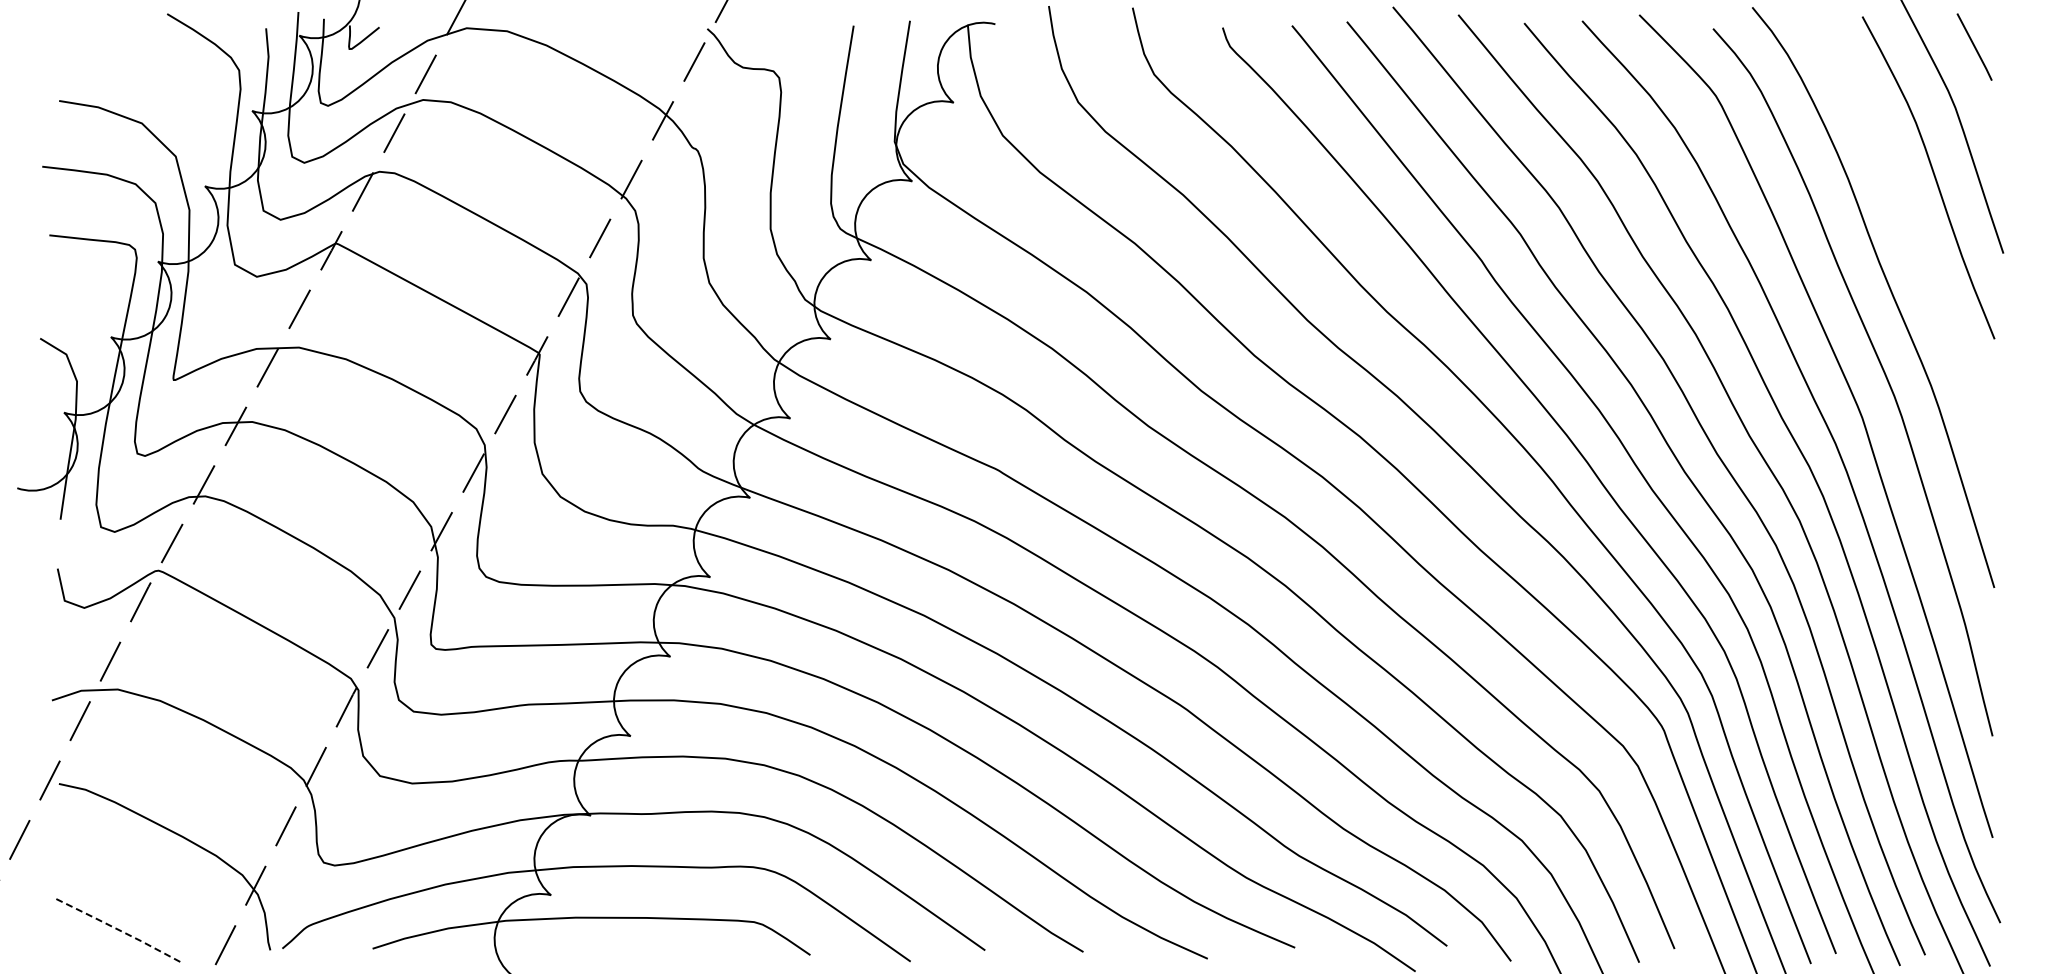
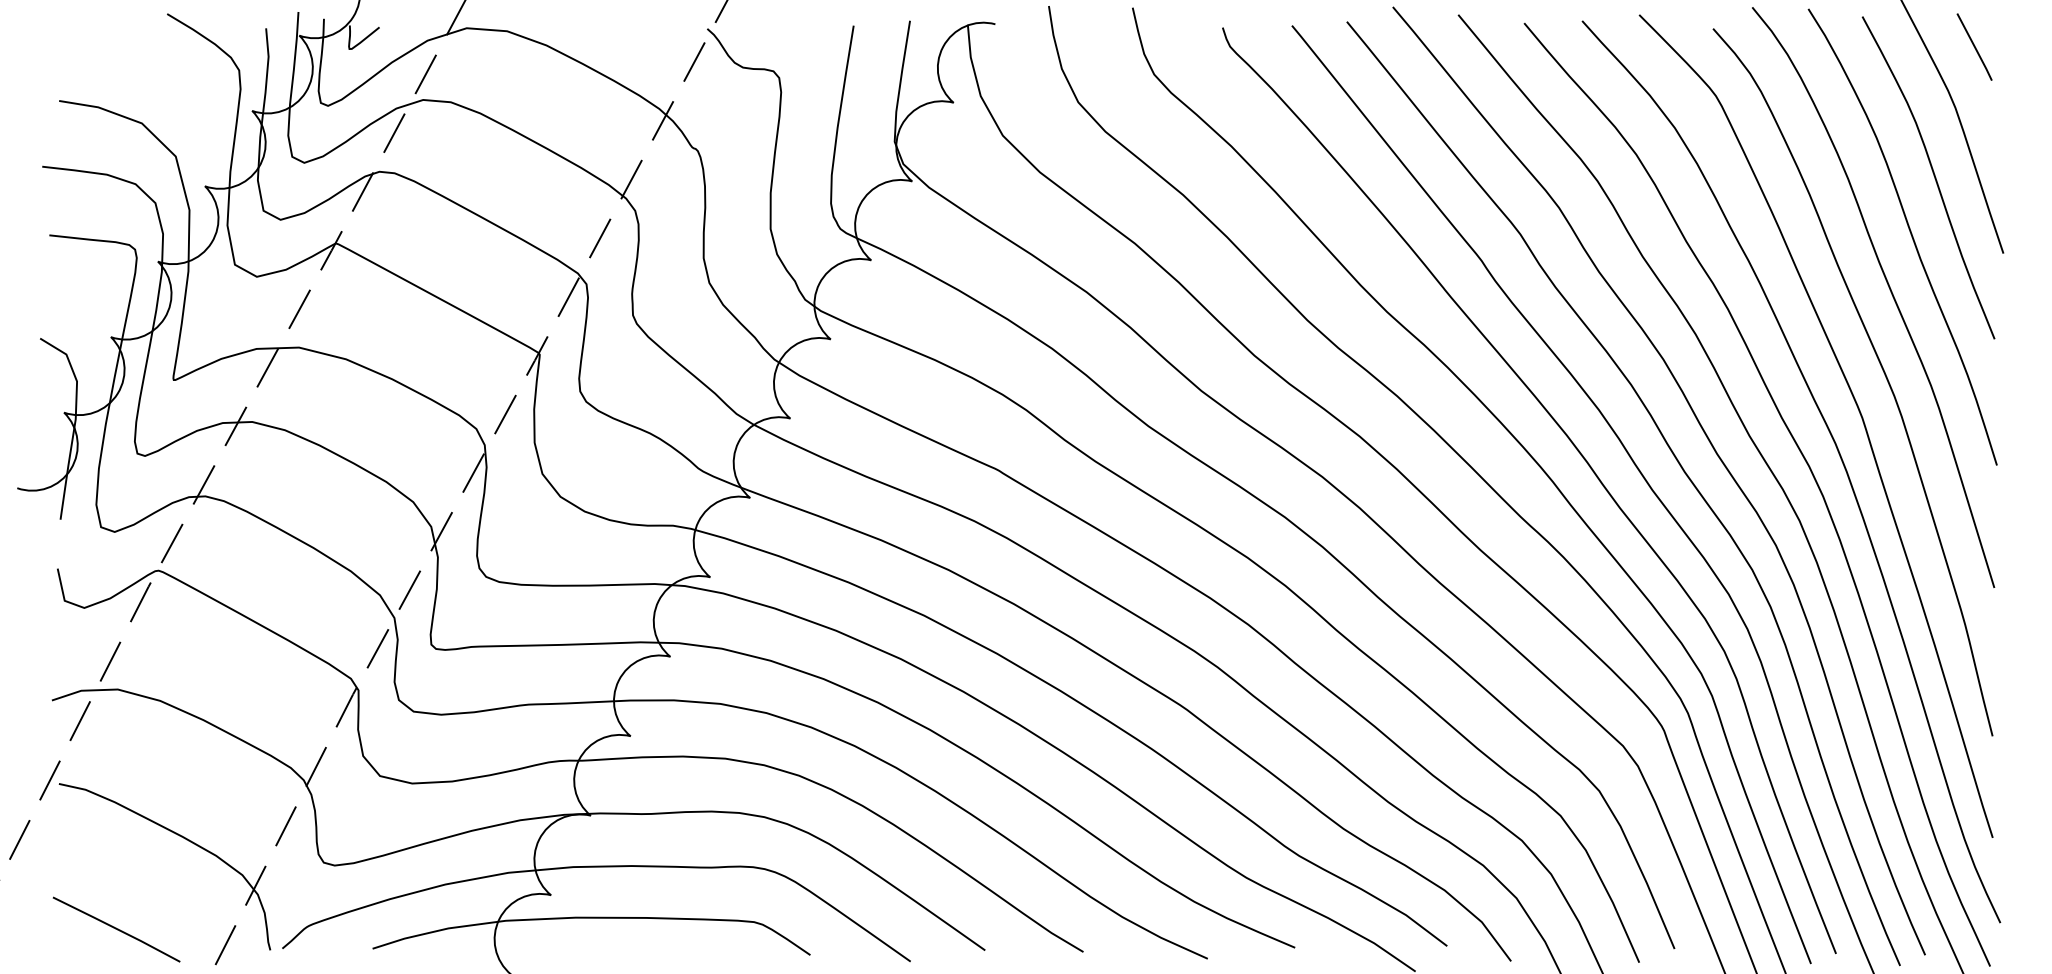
curve at (1909, 232): none -> present
line at (116, 928): dashed -> solid
